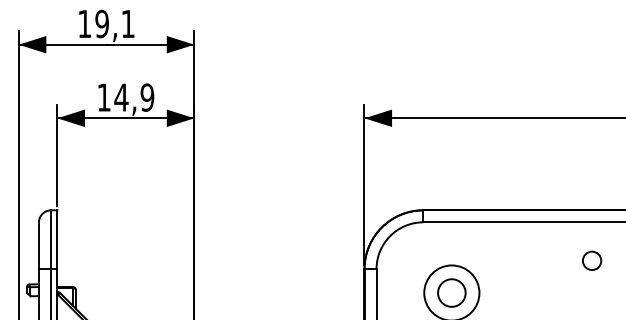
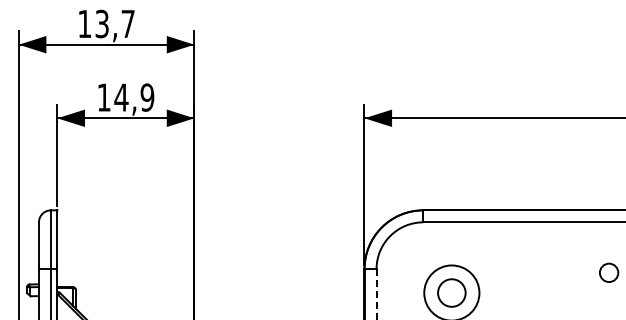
text at (114, 23): 19,1 -> 13,7
circle at (592, 260) position: (592, 260) -> (609, 272)
line at (376, 294): solid -> dashed
